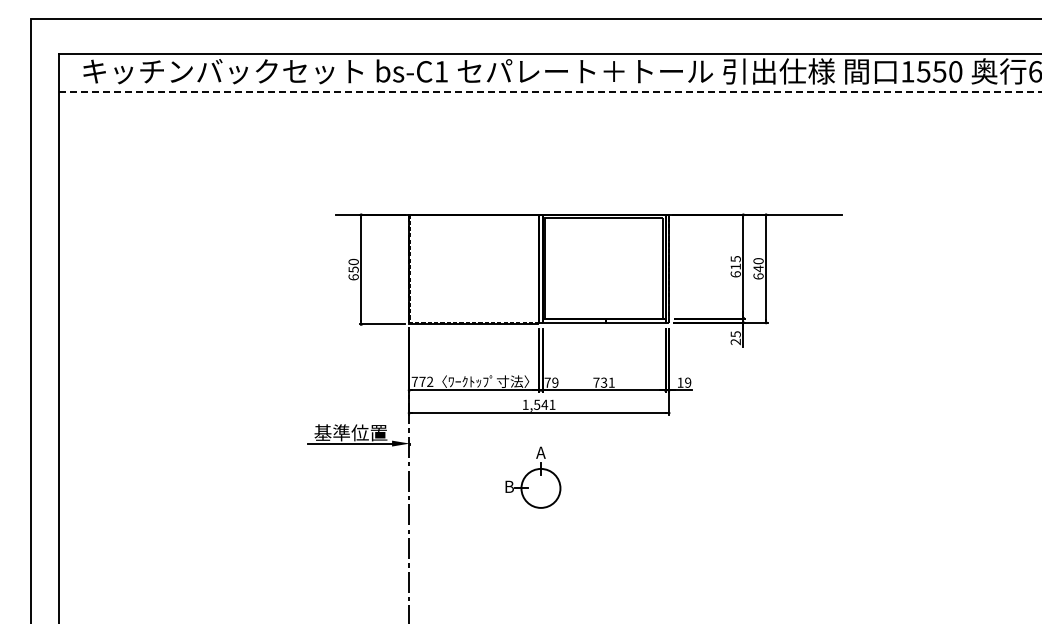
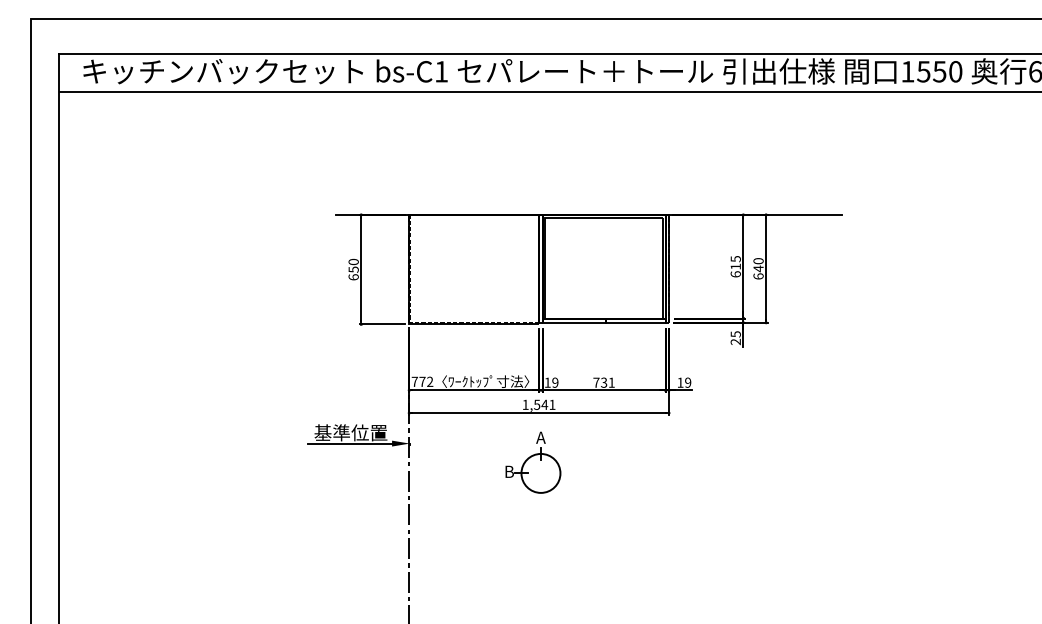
line at (550, 92): dashed -> solid
text at (547, 382): 79 -> 19
part at (533, 477) position: (533, 477) -> (533, 462)
